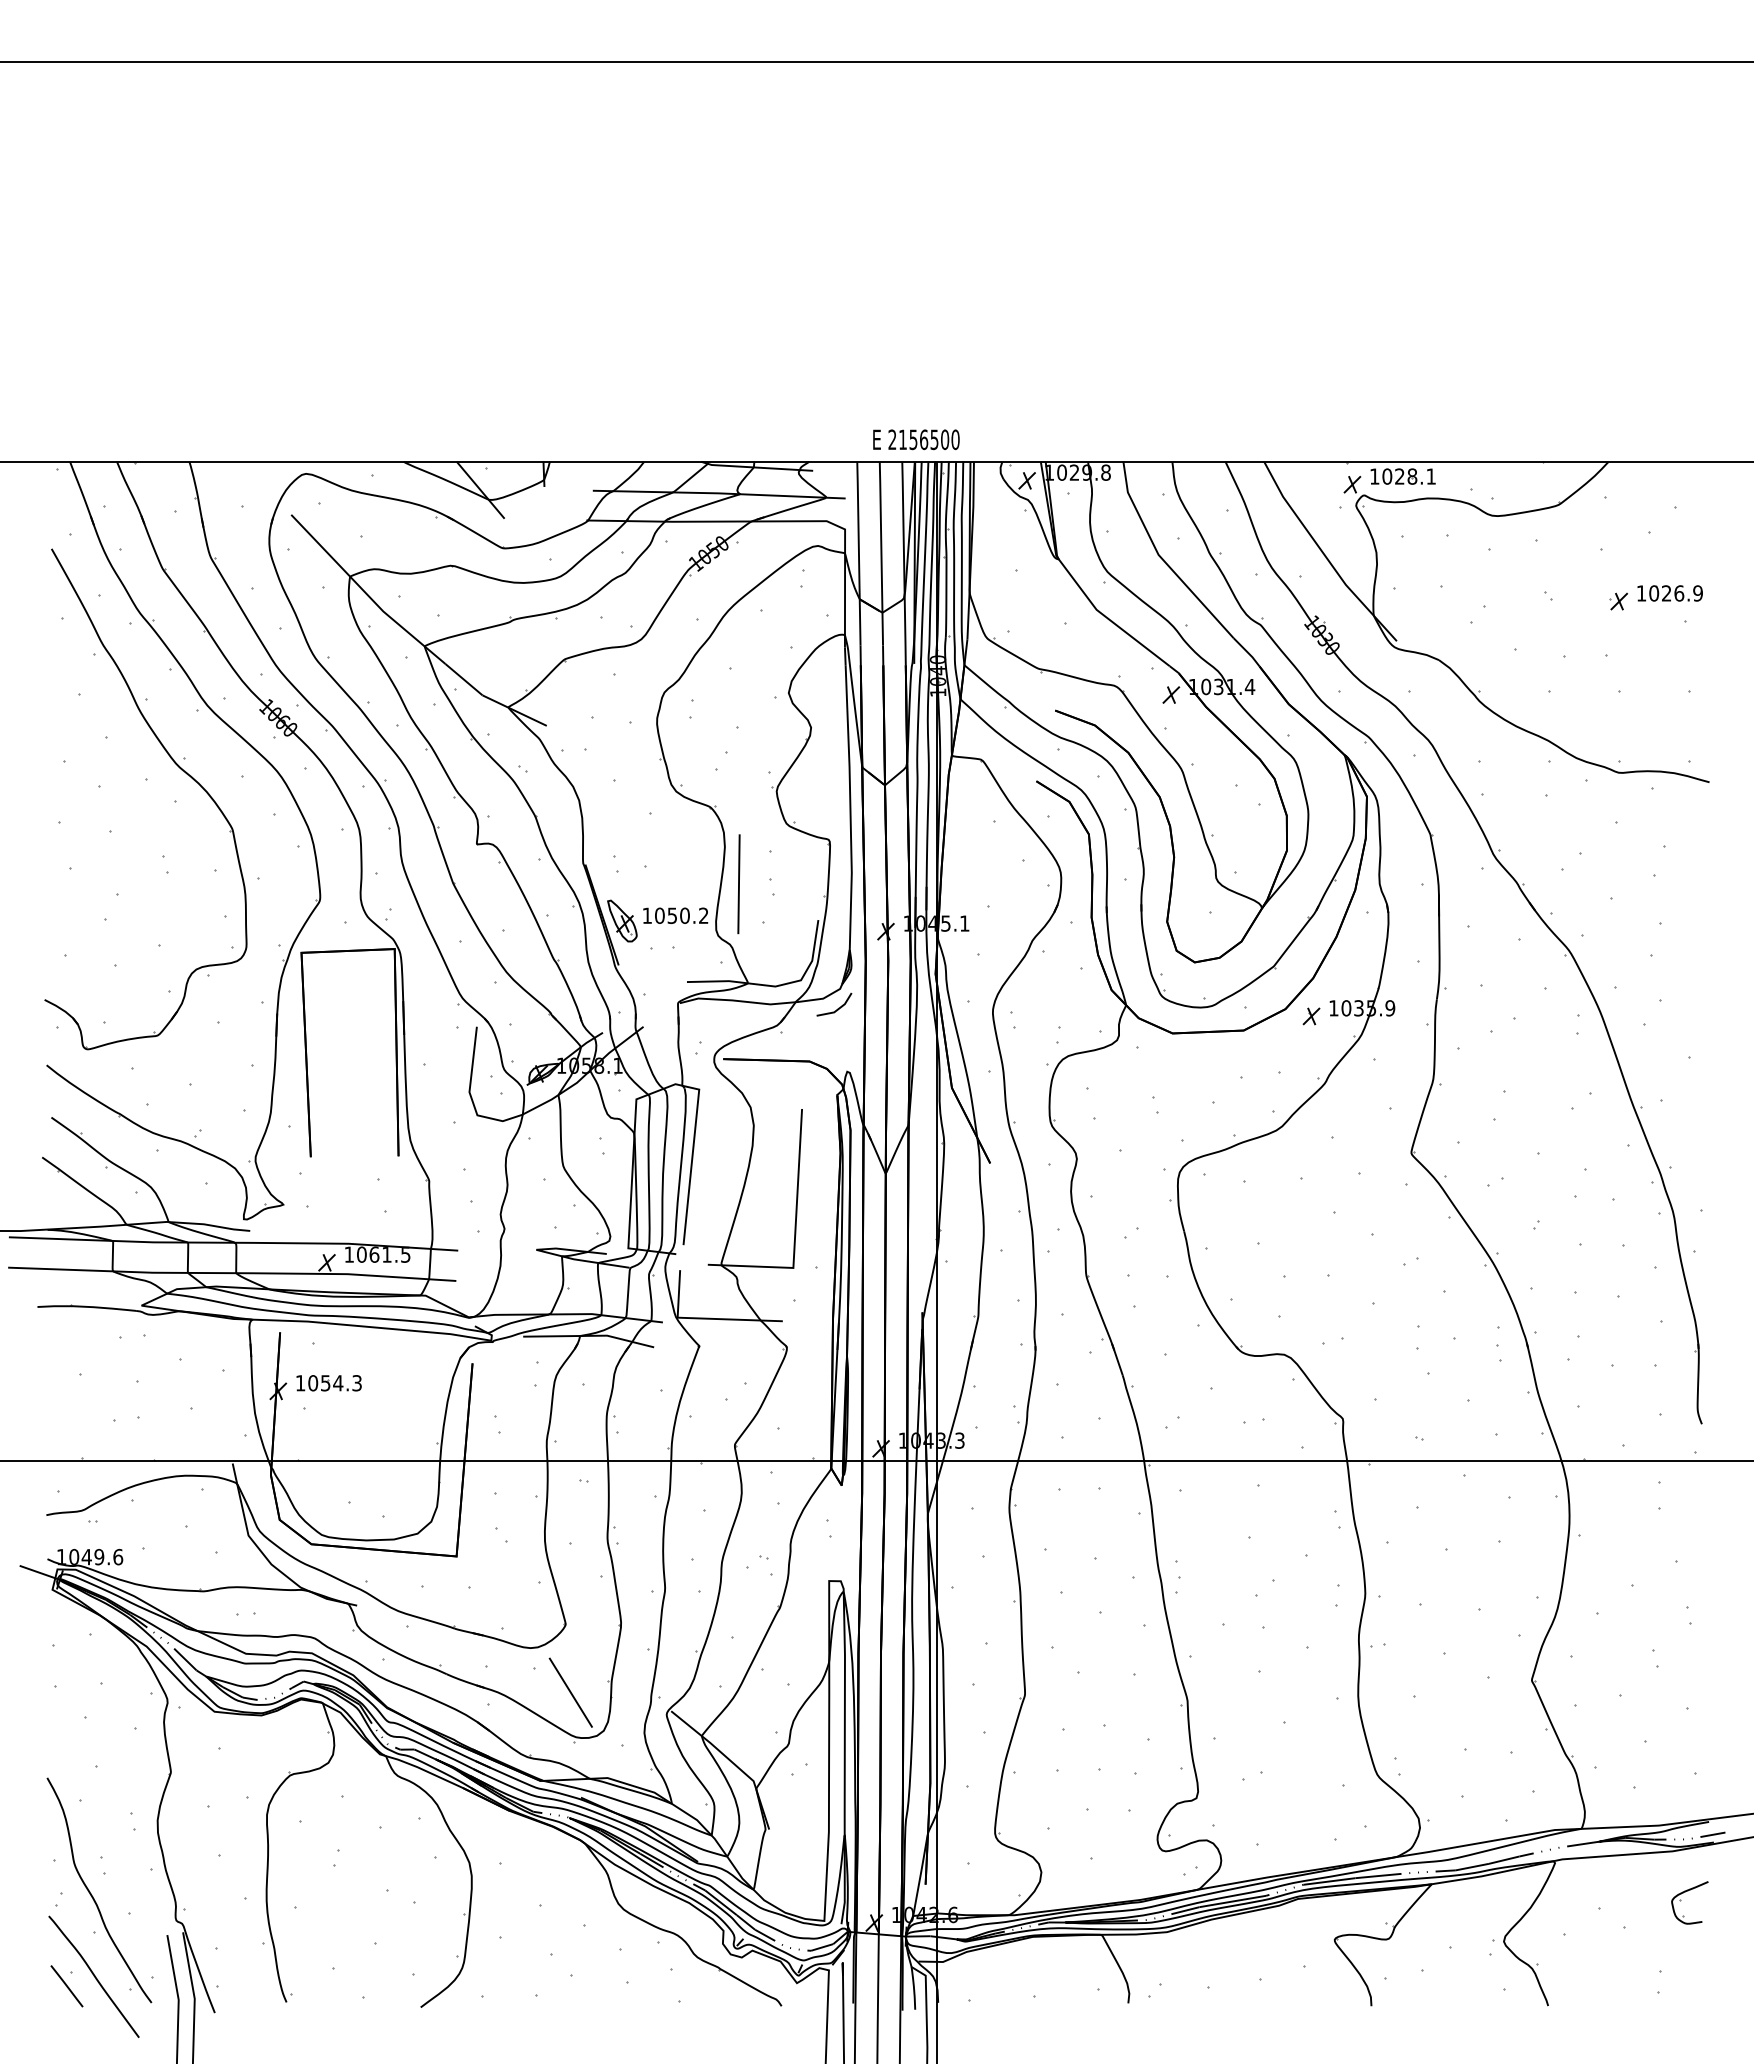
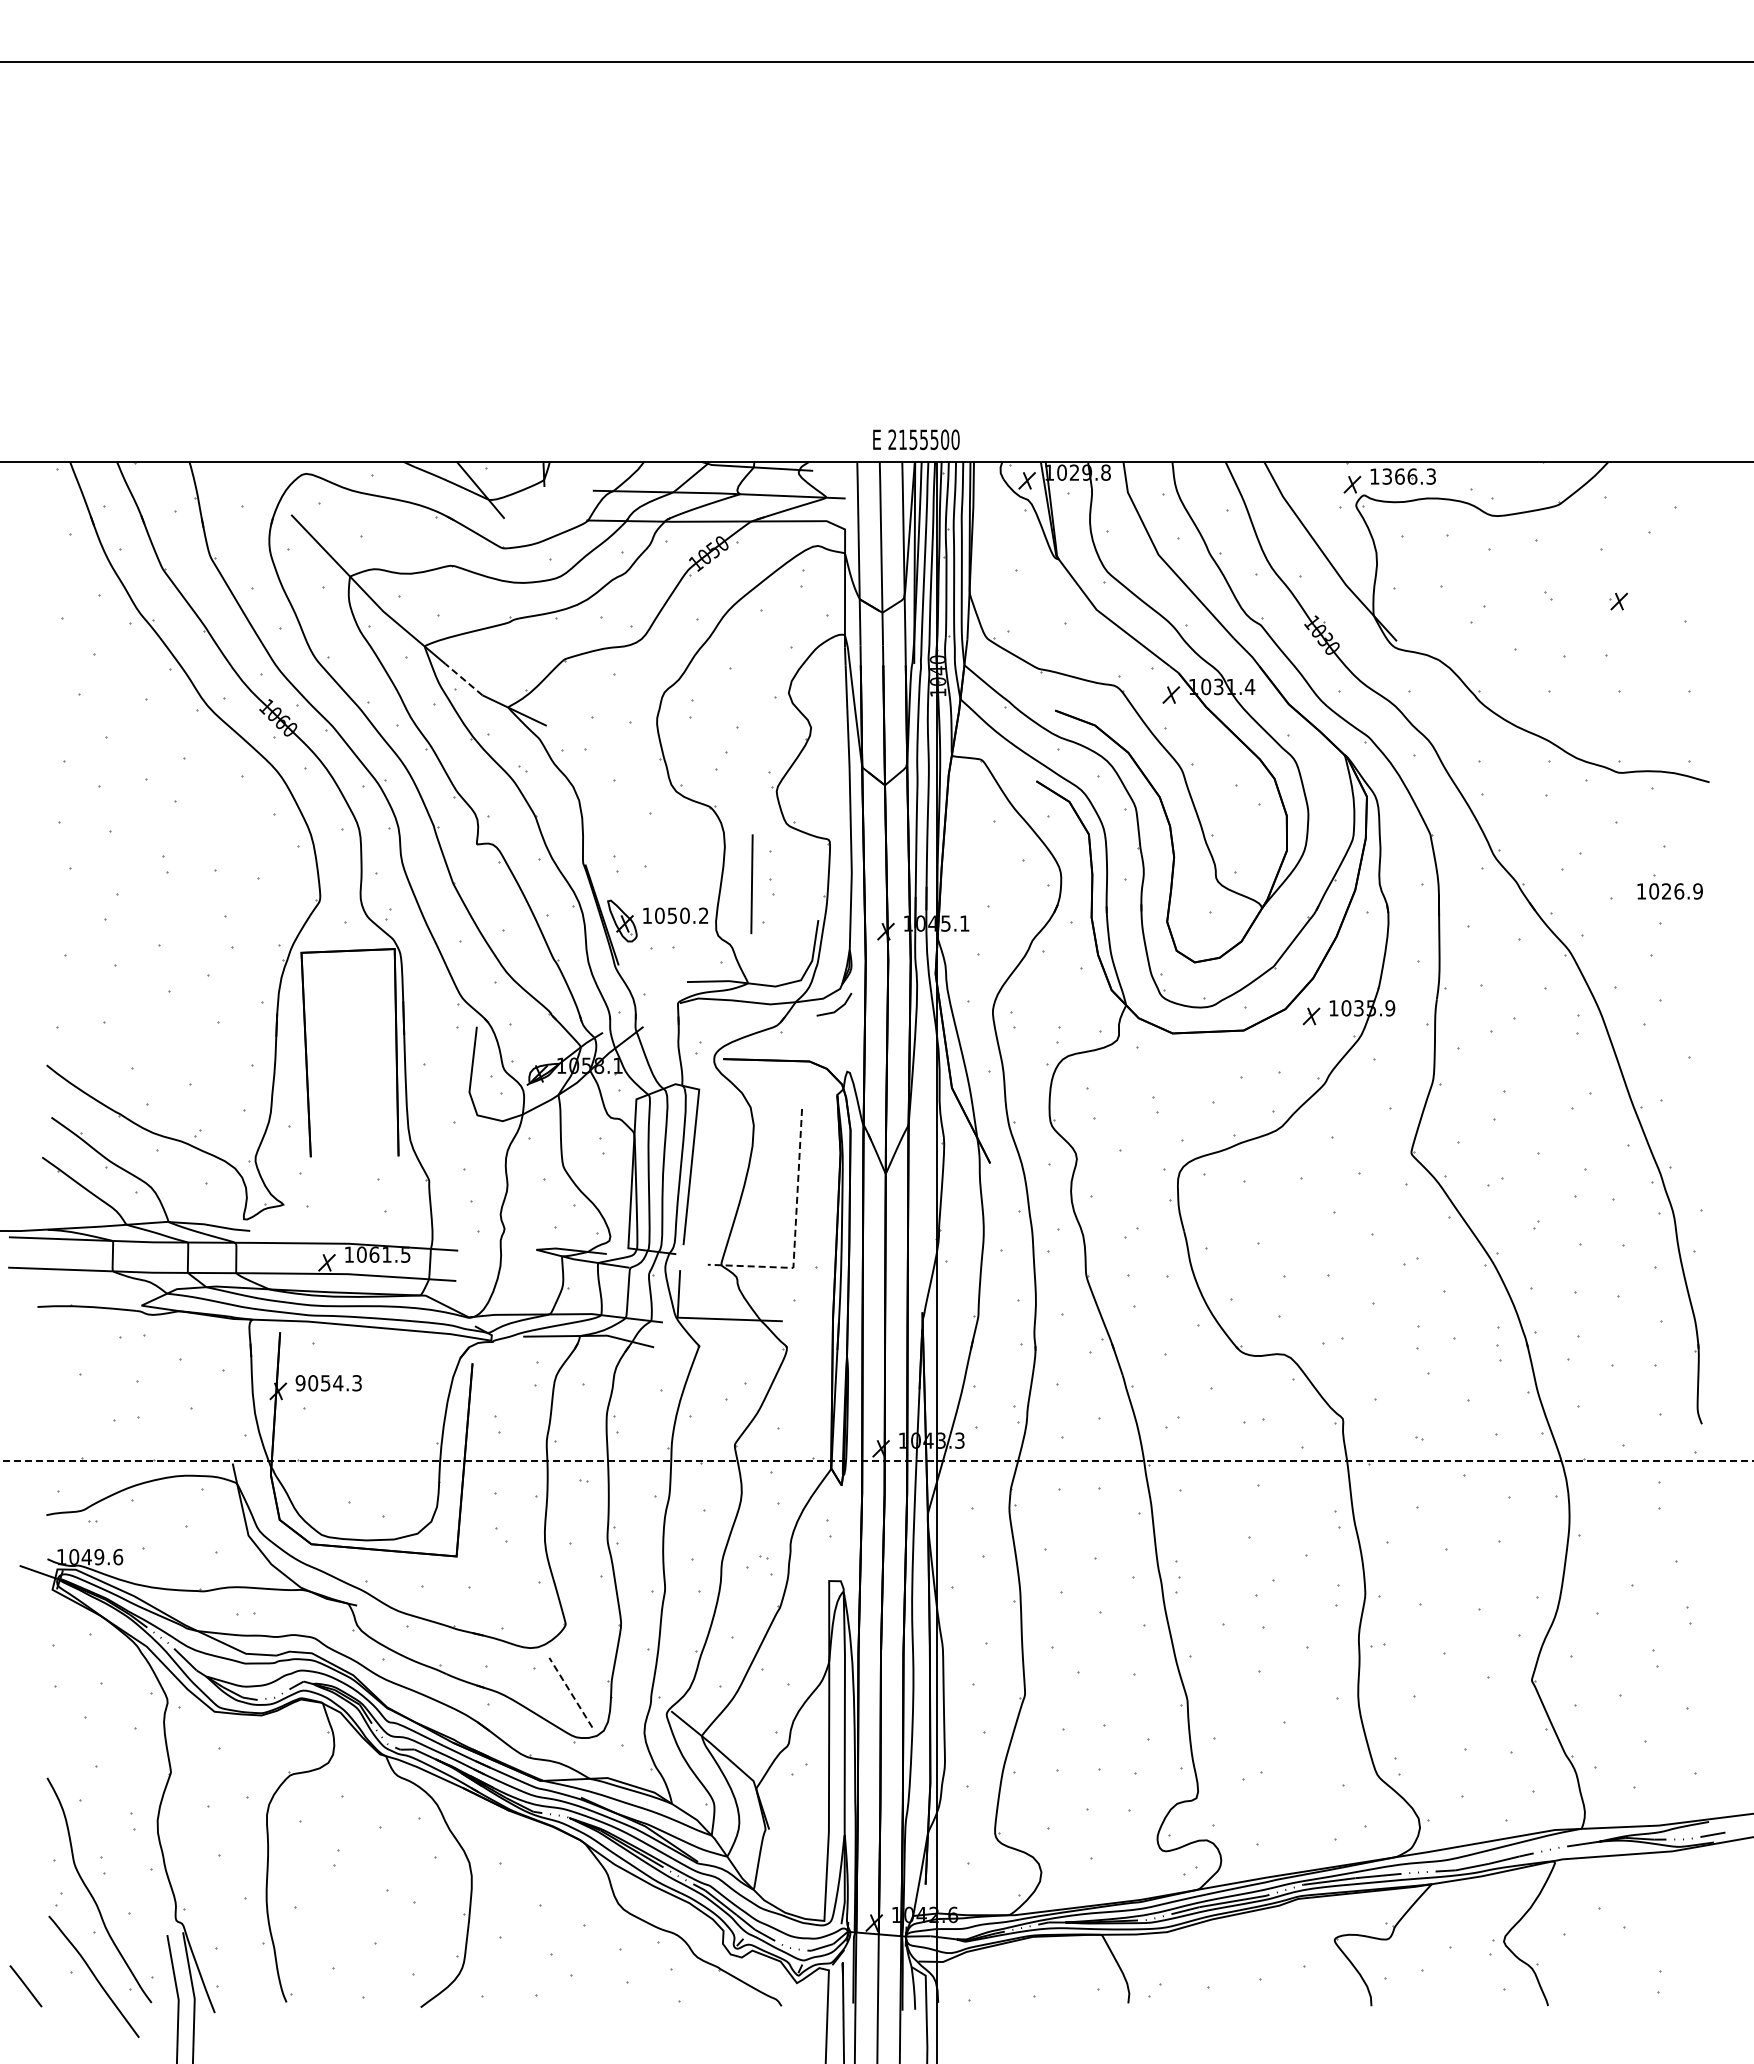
text at (924, 439): 2156500 -> 2155500
text at (1408, 476): 1028.1 -> 1366.3
part at (1669, 593) position: (1669, 593) -> (1669, 891)
line at (463, 679): solid -> dashed
part at (177, 766): present -> none
line at (738, 884) position: (738, 884) -> (751, 884)
line at (795, 1232): solid -> dashed
text at (300, 1383): 1054.3 -> 9054.3
line at (876, 1461): solid -> dashed
line at (570, 1692): solid -> dashed
part at (1681, 1900): present -> none
line at (66, 1986) position: (66, 1986) -> (25, 1986)
